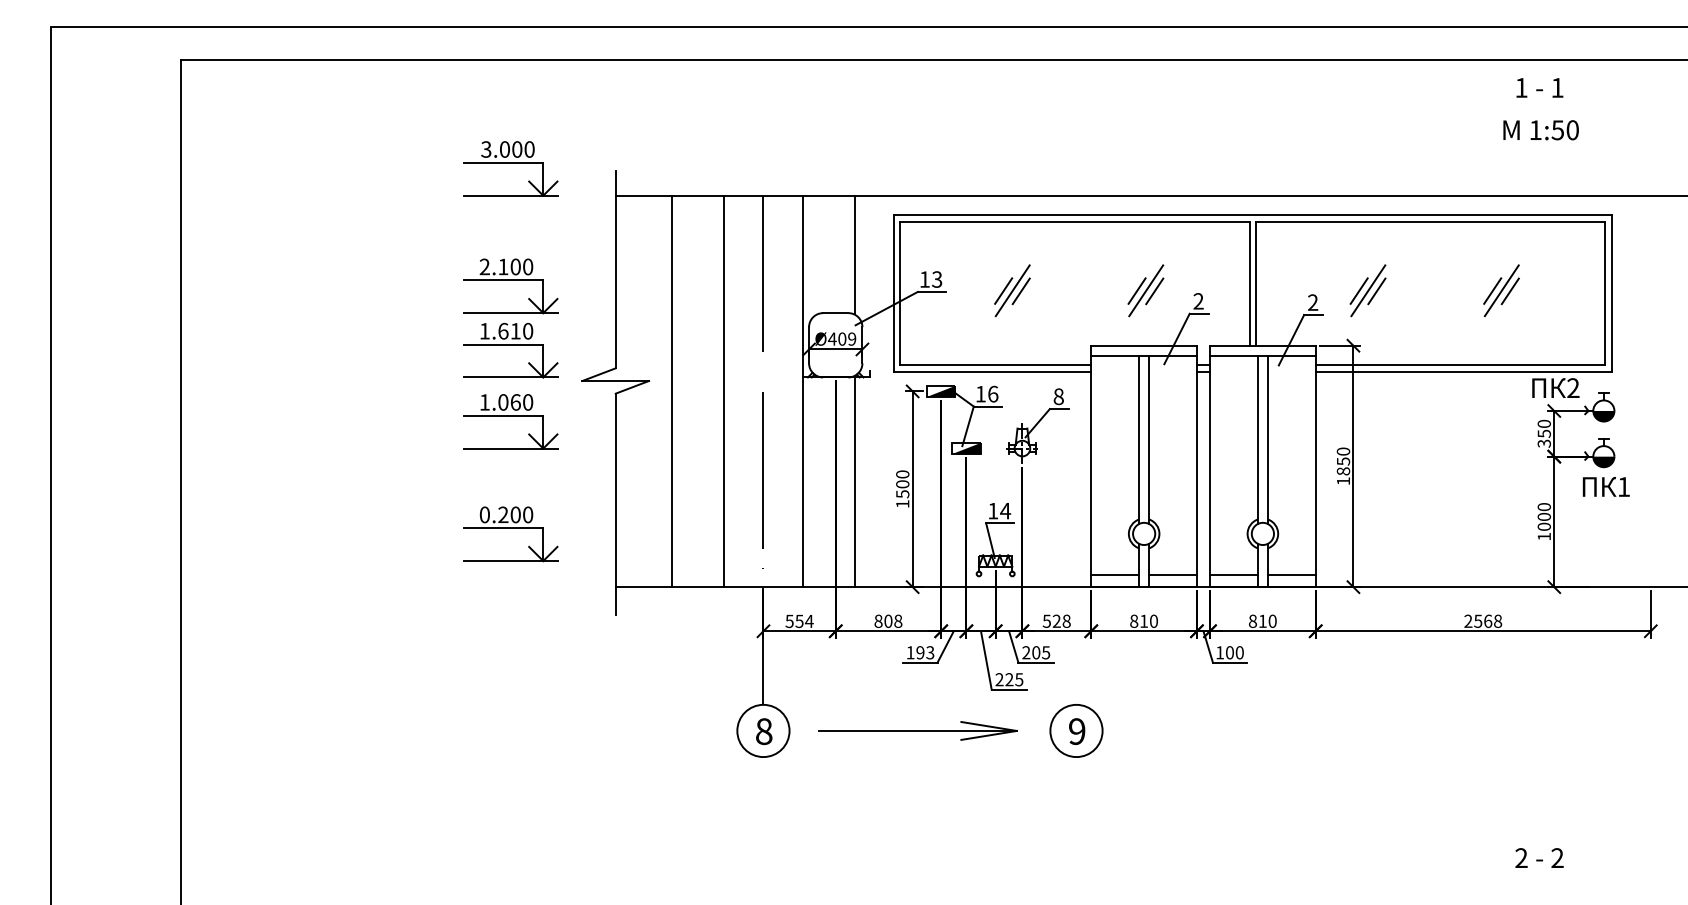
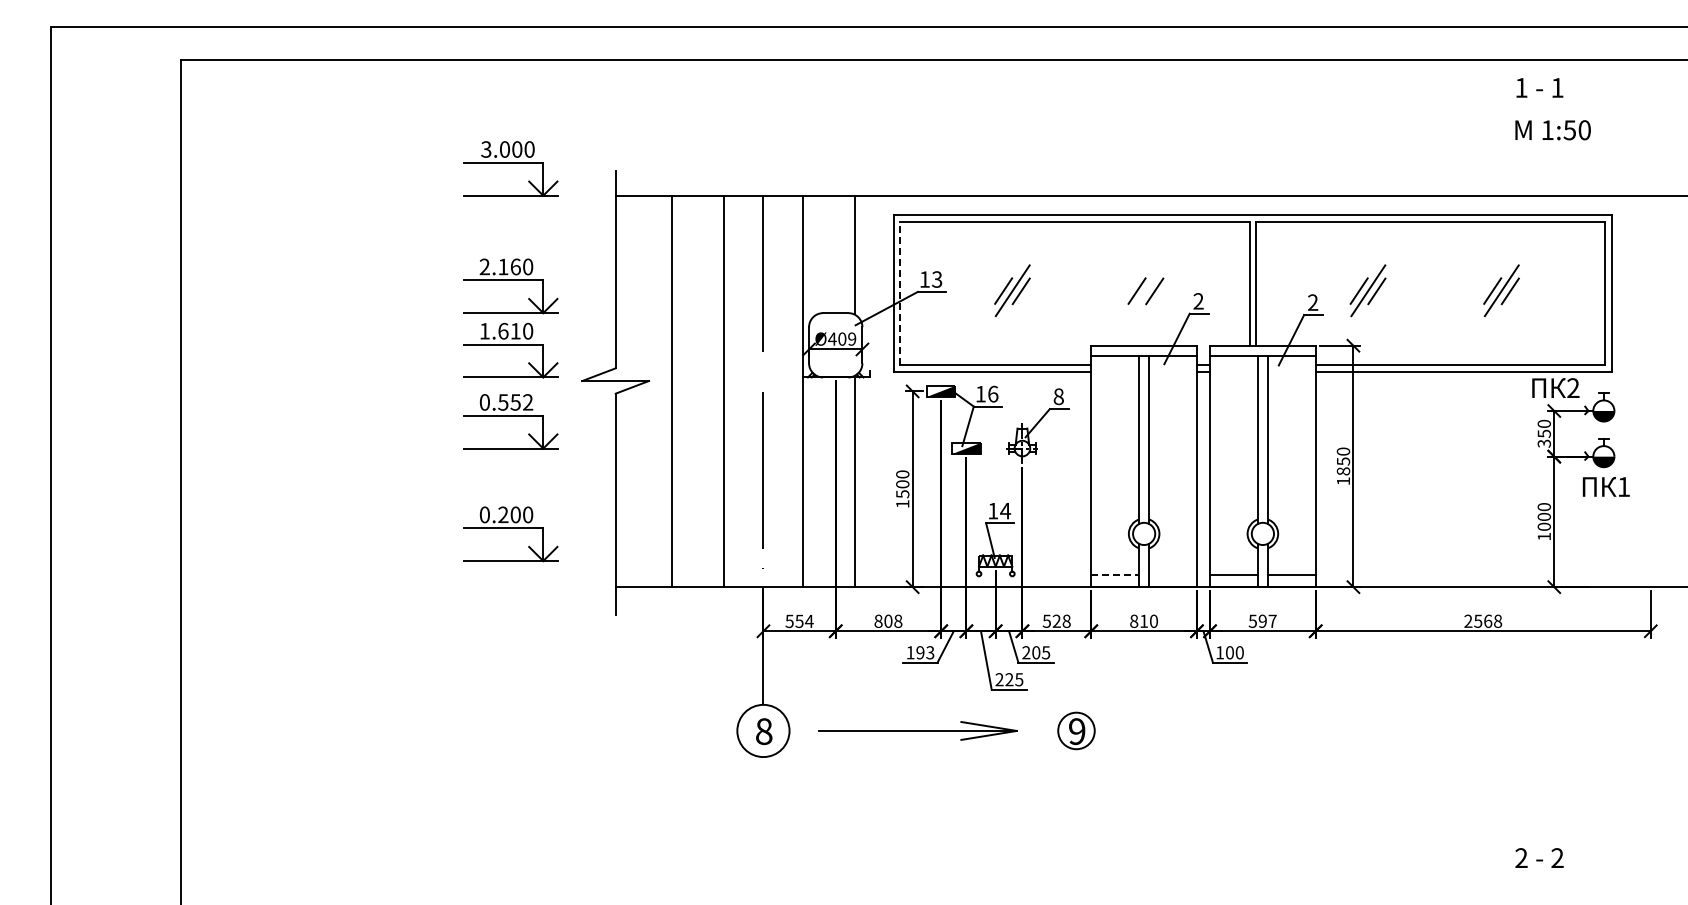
text at (1540, 130) position: (1540, 130) -> (1552, 130)
text at (515, 266): 2.100 -> 2.160
line at (1146, 290): present -> none
line at (900, 293): solid -> dashed
text at (506, 402): 1.060 -> 0.552
line at (1115, 575): solid -> dashed
line at (1173, 575): present -> none
text at (1262, 620): 810 -> 597
circle at (1076, 730) diameter: 52 px -> 37 px
